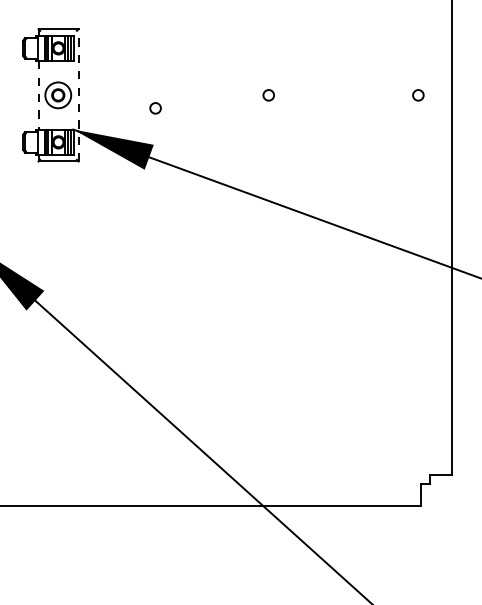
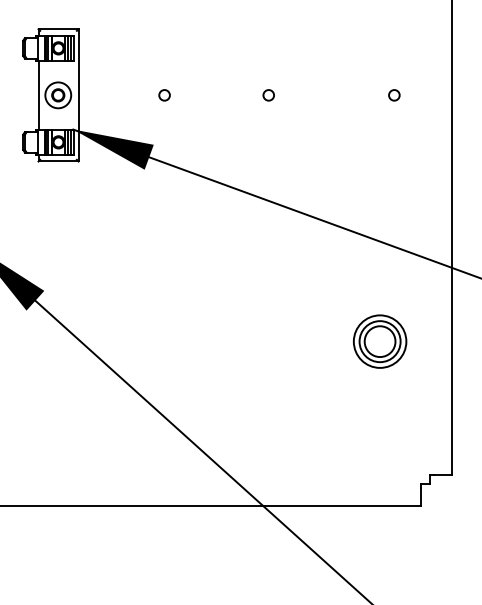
line at (78, 94): dashed -> solid
line at (38, 95): dashed -> solid
circle at (418, 95) position: (418, 95) -> (394, 95)
circle at (155, 108) position: (155, 108) -> (164, 95)
part at (380, 341): none -> present
